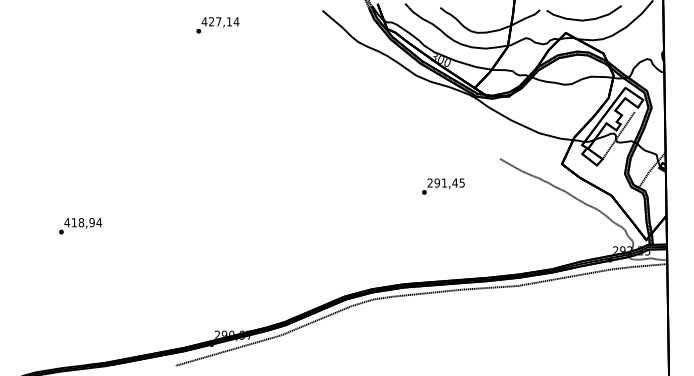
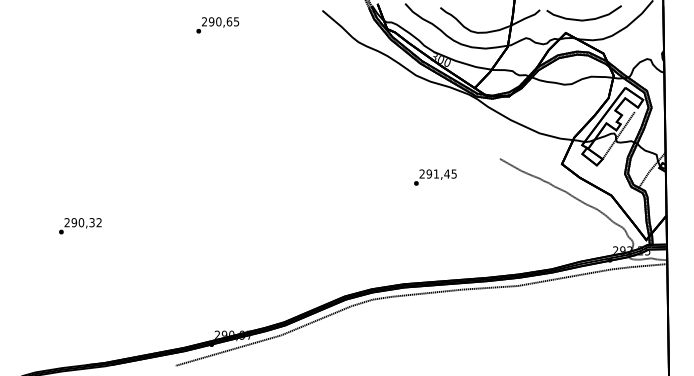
text at (220, 21): 427,14 -> 290,65
text at (443, 186) position: (443, 186) -> (435, 177)
text at (83, 222): 418,94 -> 290,32
